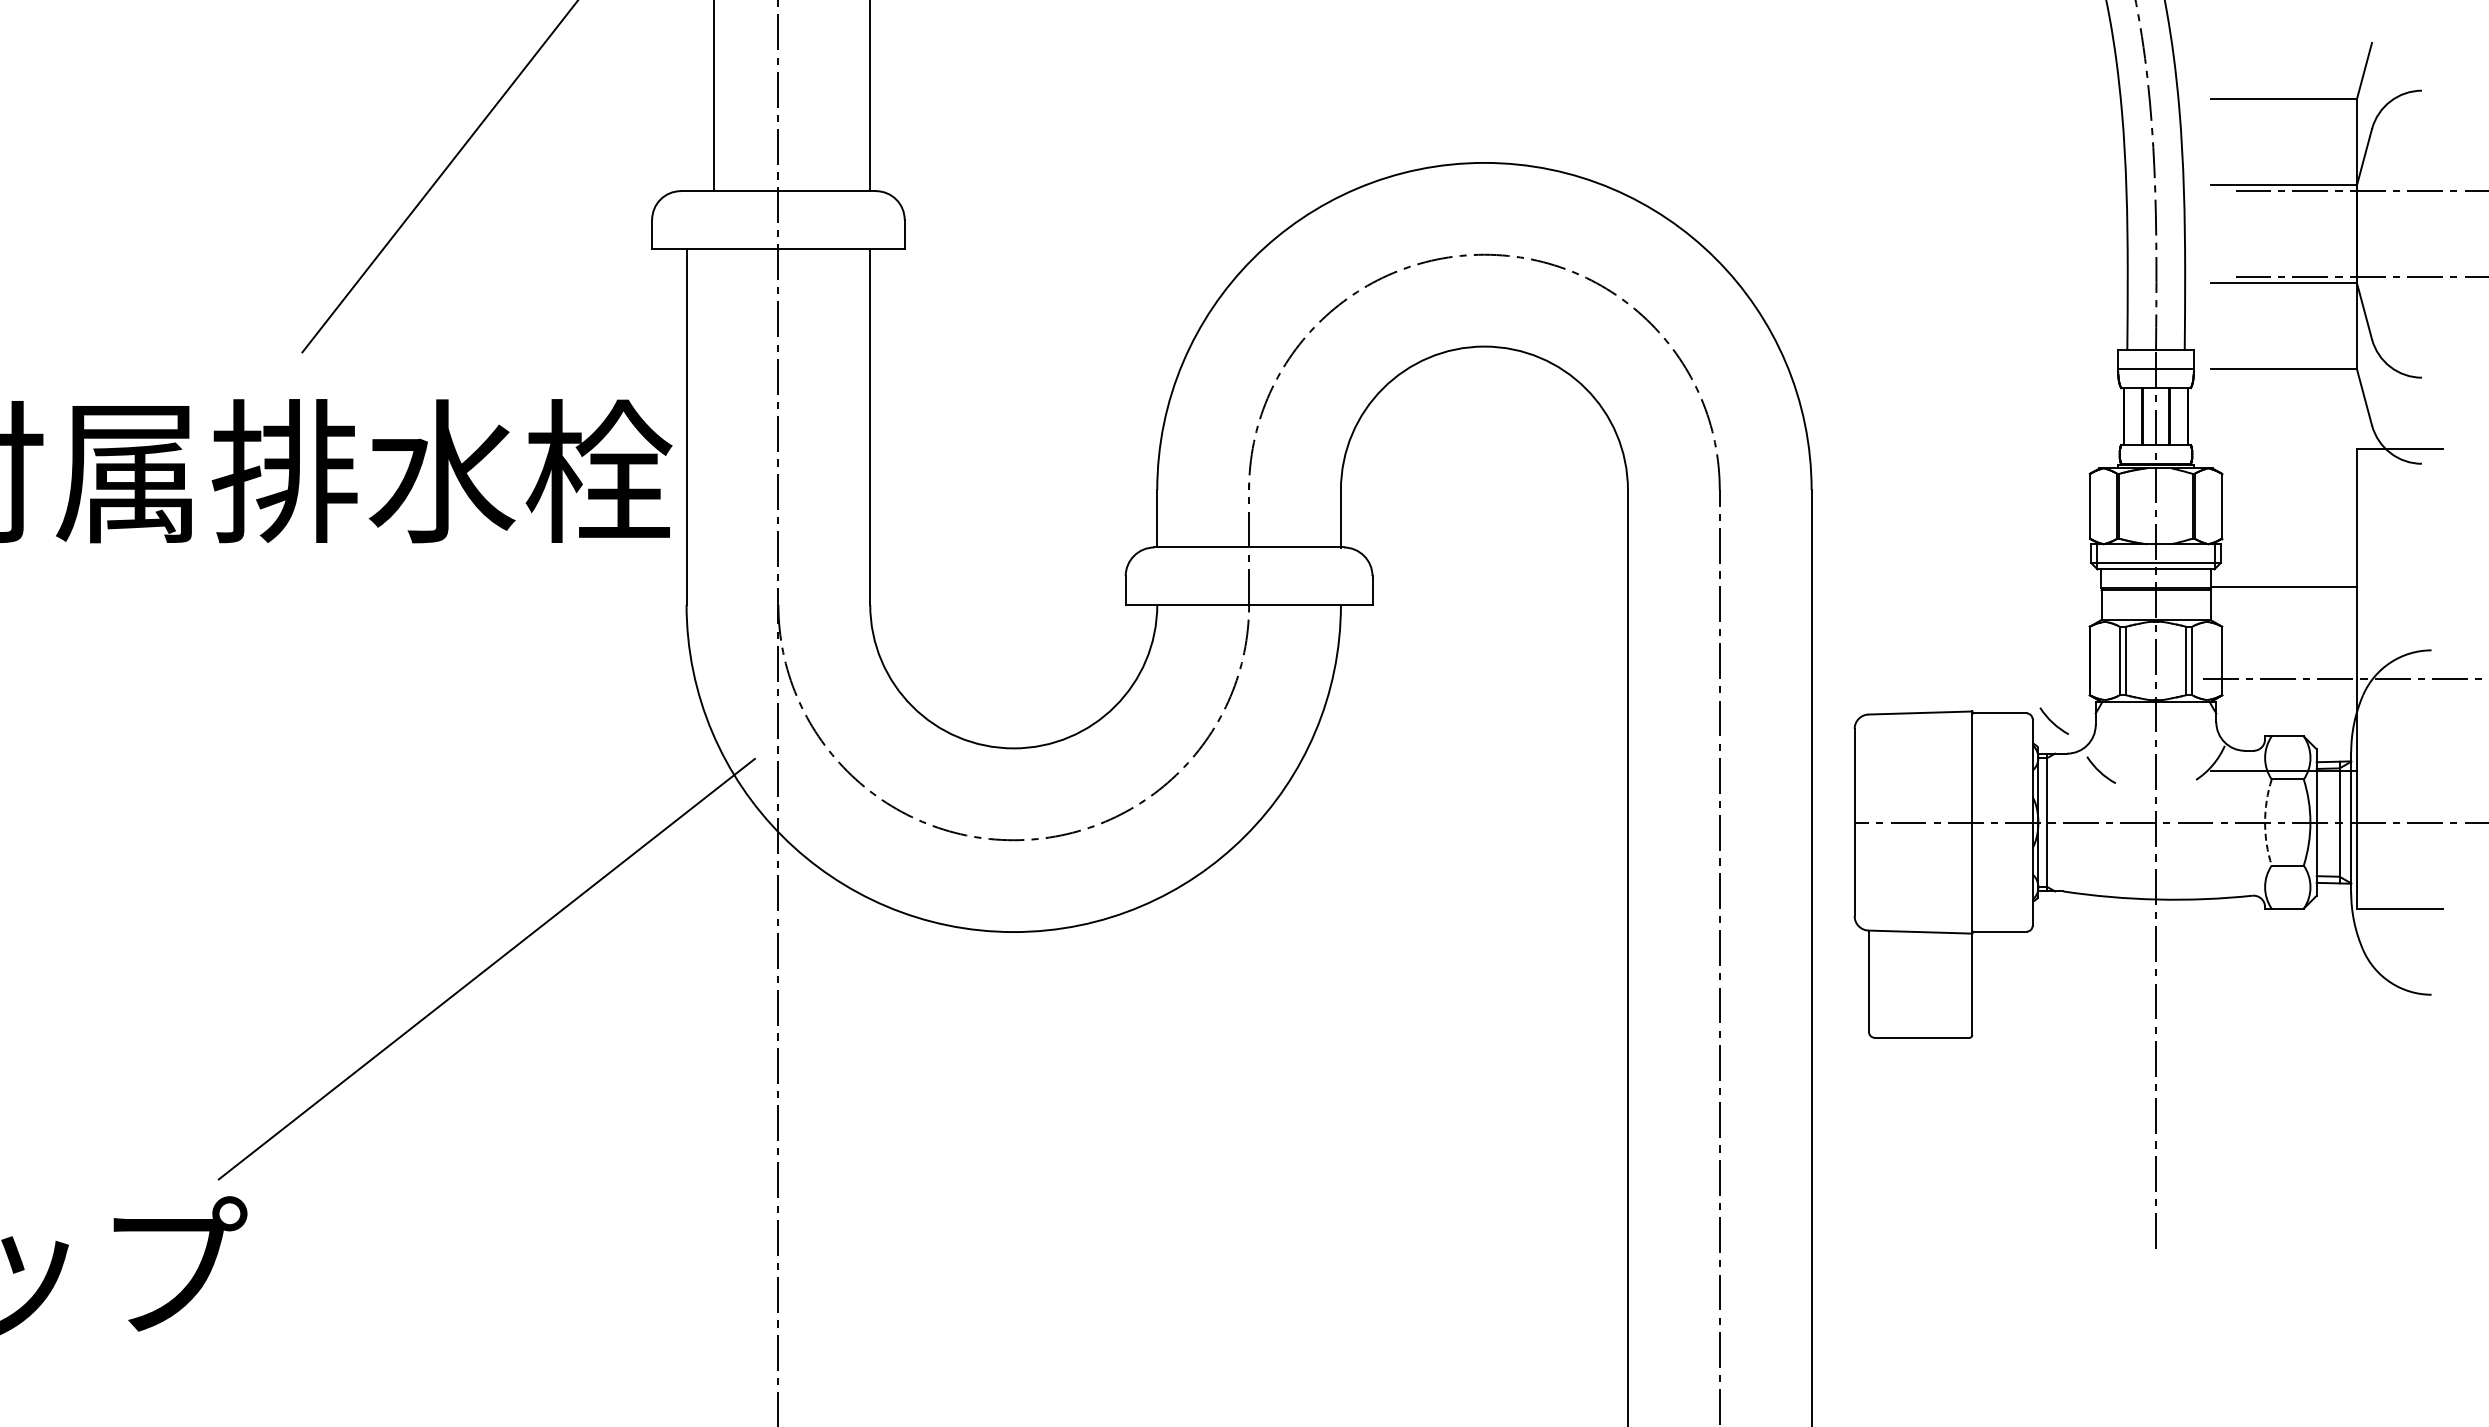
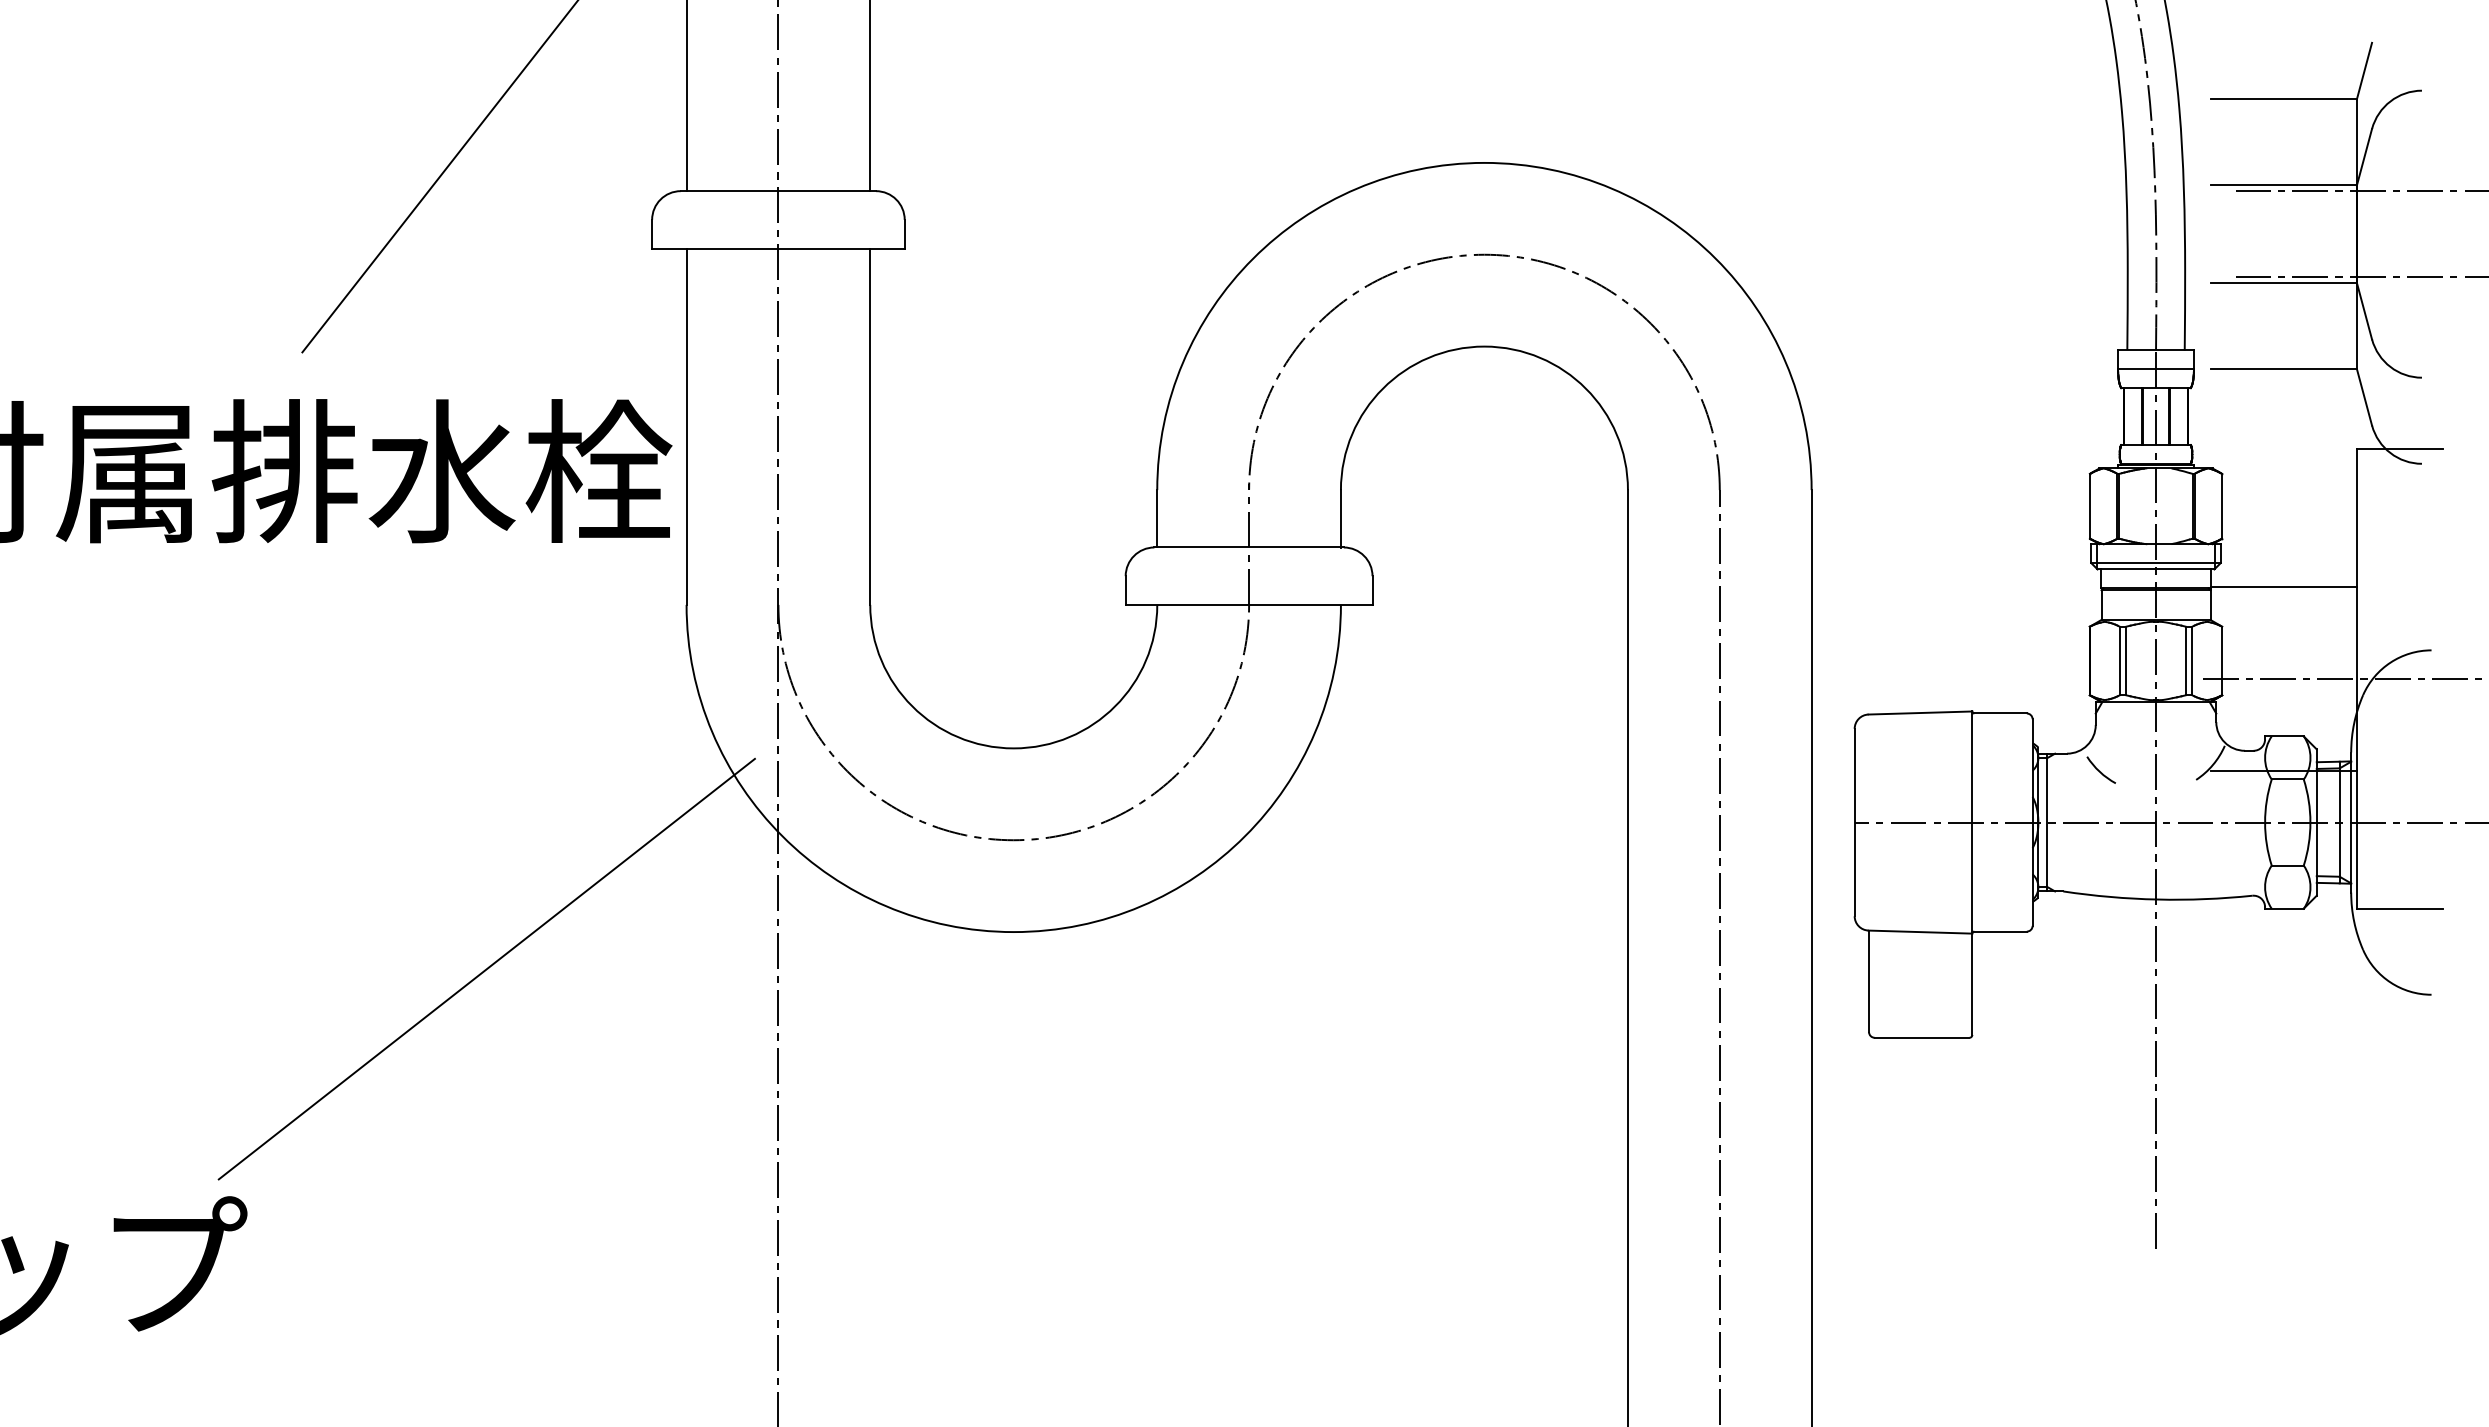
line at (713, 96) position: (713, 96) -> (686, 96)
arc at (2052, 721): present -> none
arc at (2265, 822): dashed -> solid
